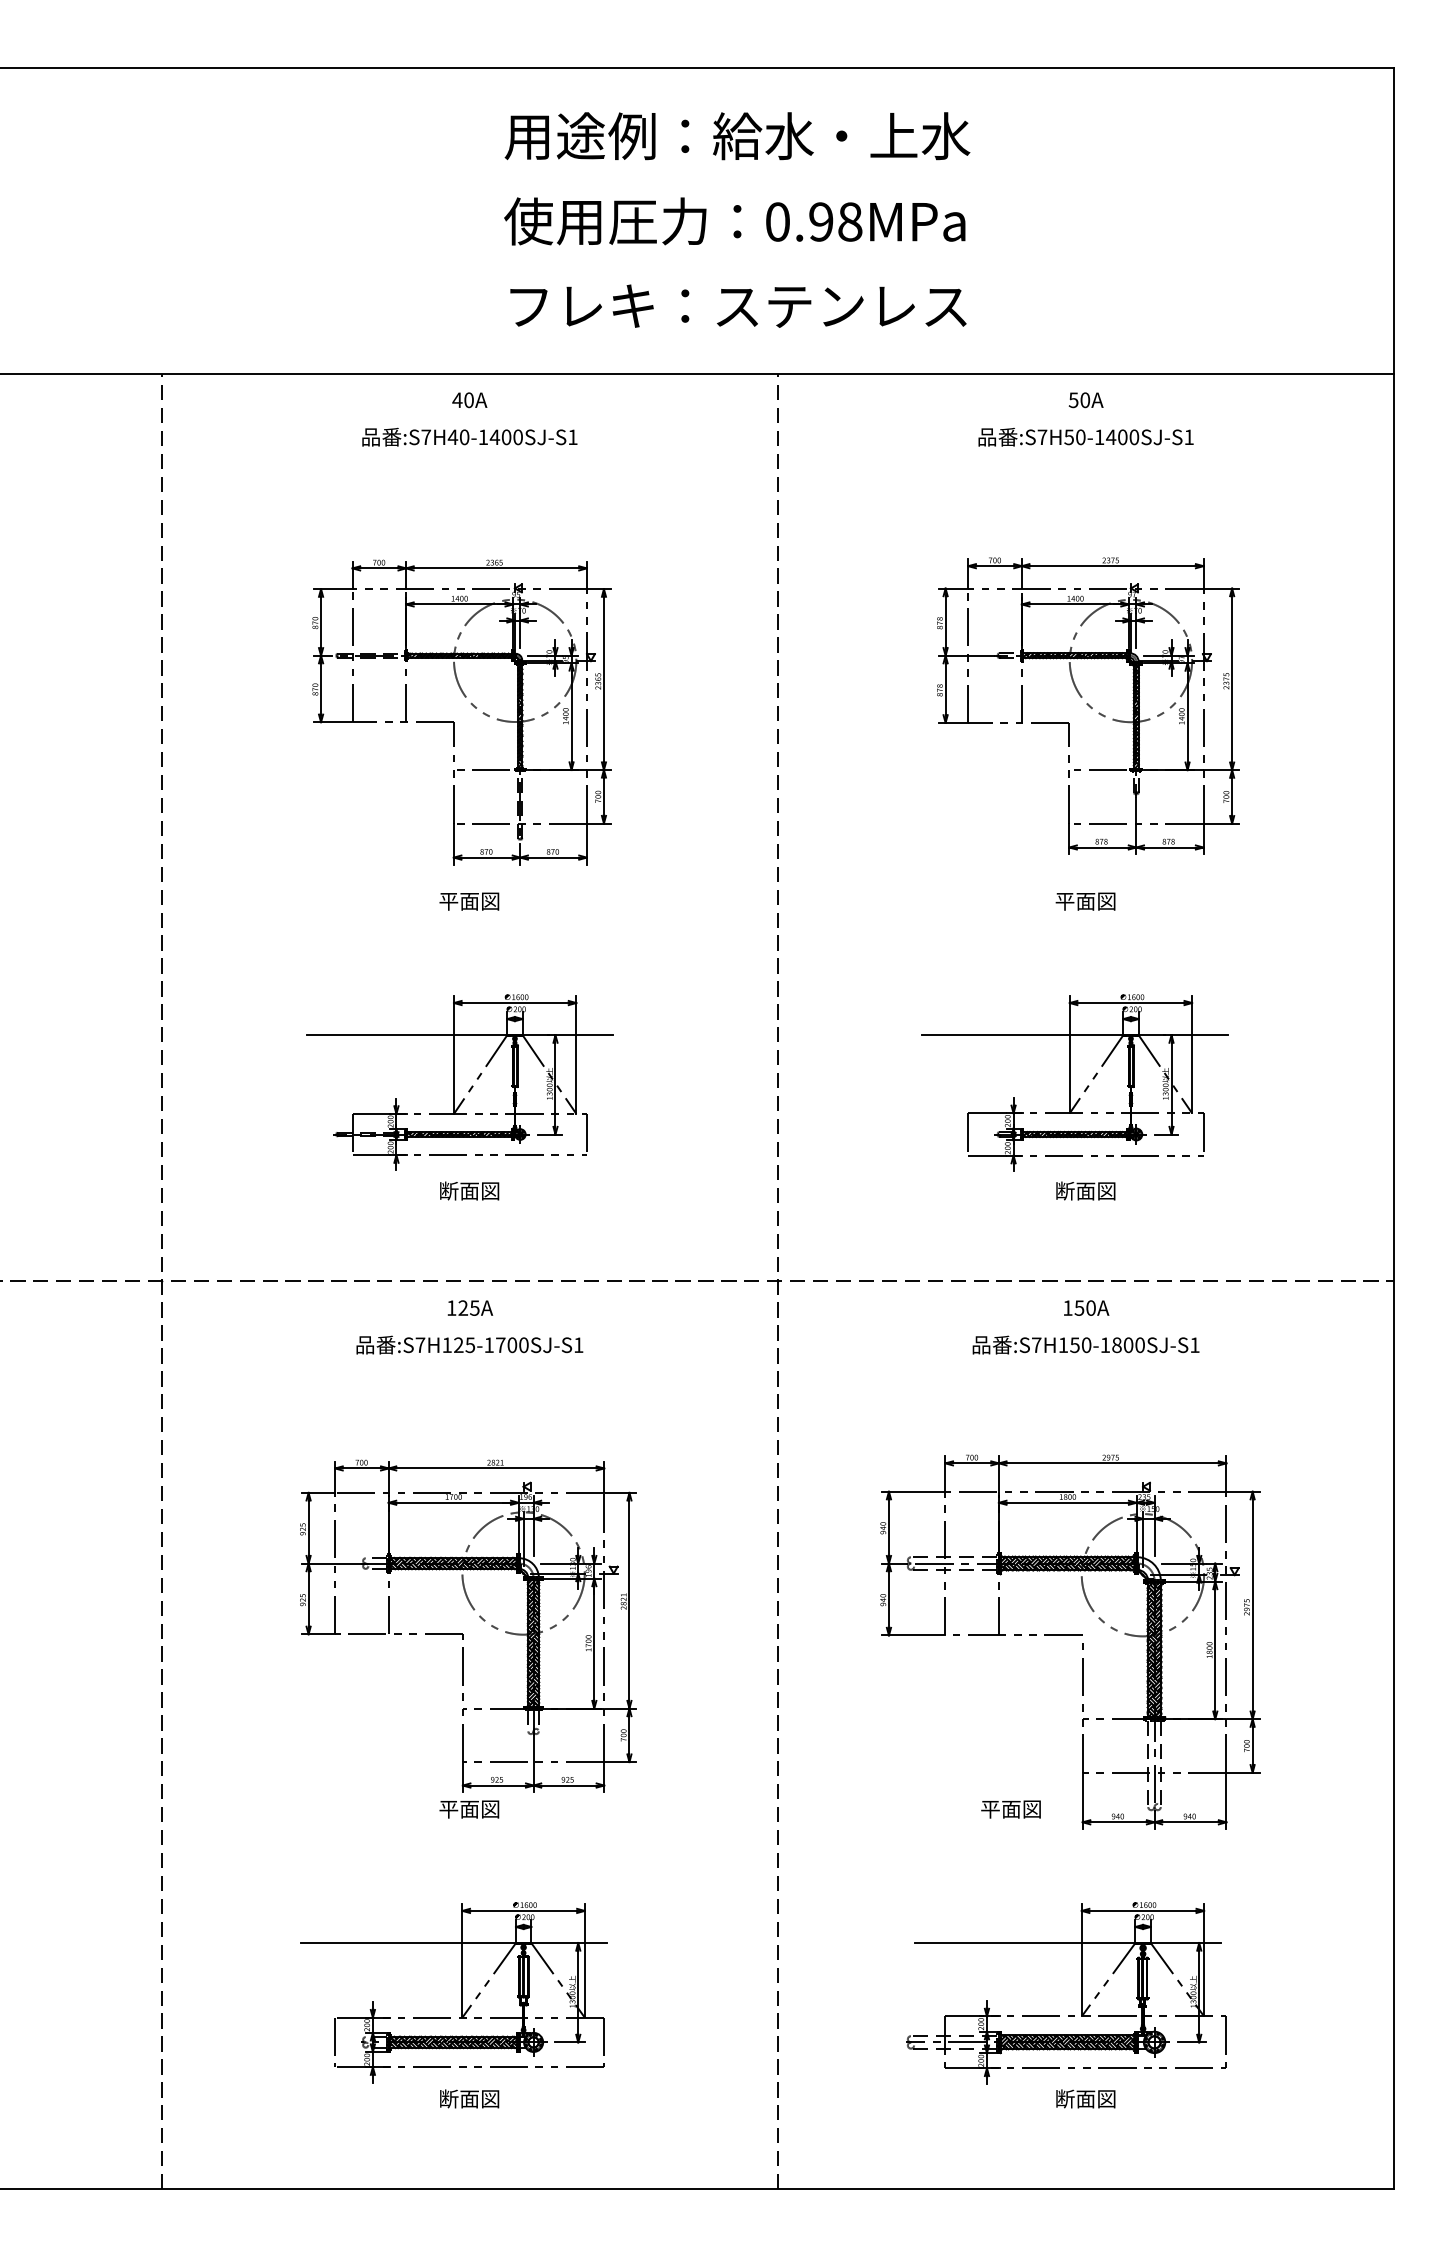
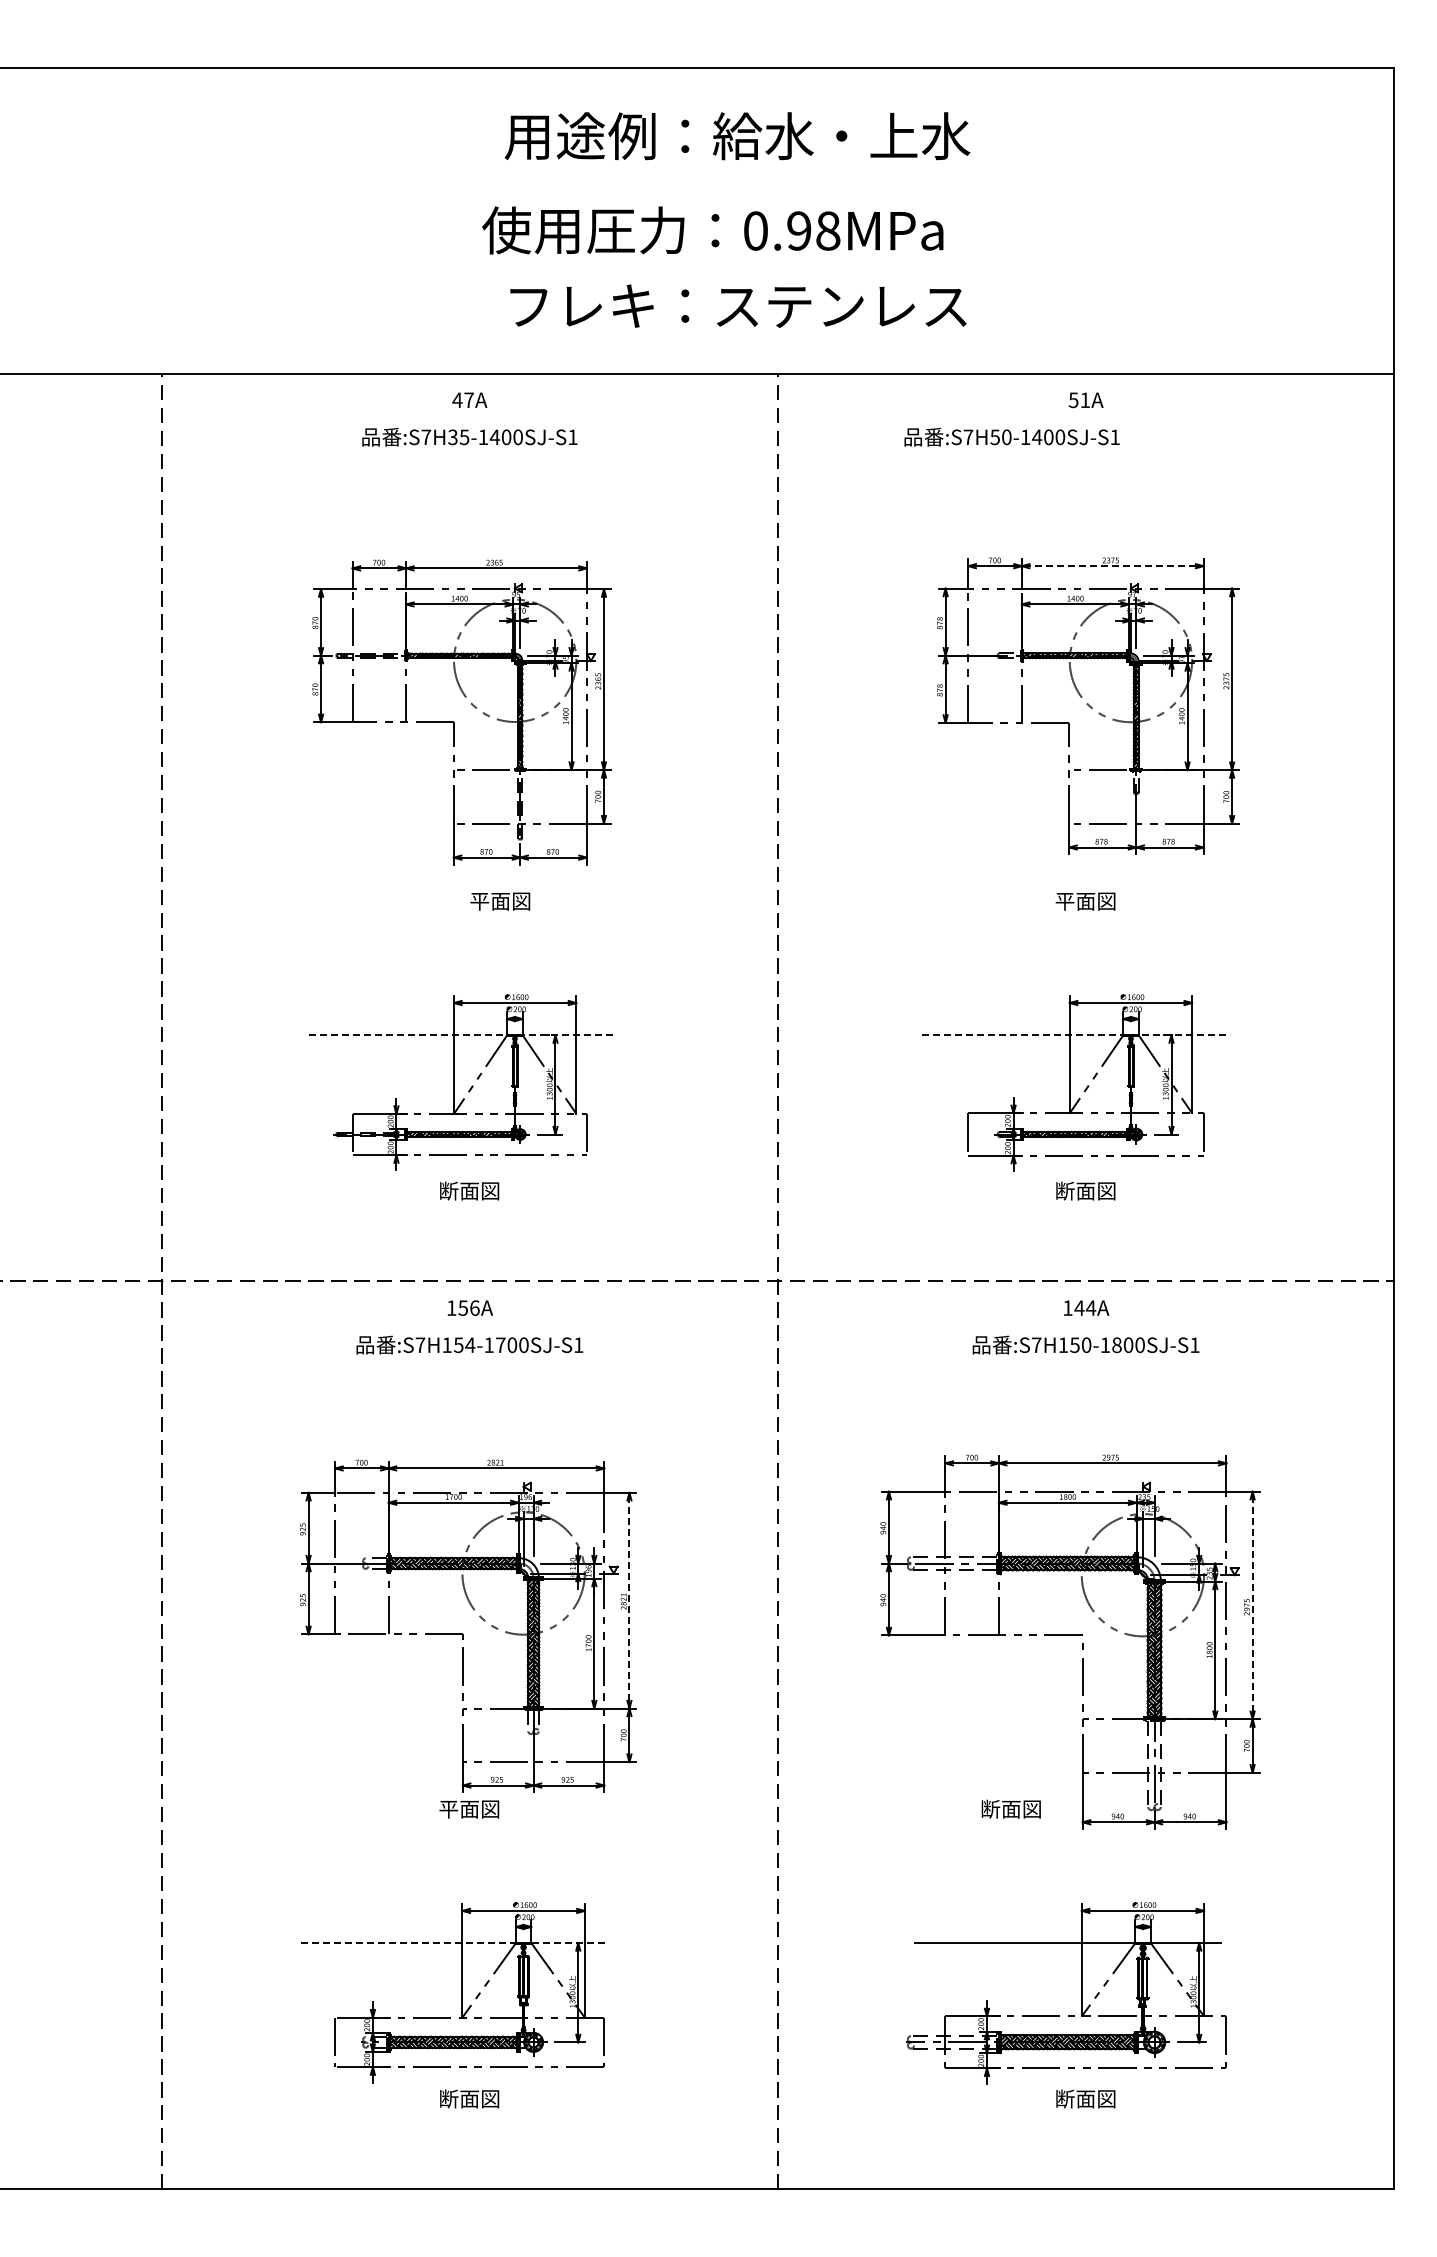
text at (734, 221) position: (734, 221) -> (712, 230)
text at (468, 400): 40A -> 47A
text at (1085, 400): 50A -> 51A
text at (458, 437): :S7H40-1400SJ-S1 -> :S7H35-1400SJ-S1
text at (1085, 437) position: (1085, 437) -> (1011, 437)
line at (1112, 566): solid -> dashed
text at (469, 901) position: (469, 901) -> (500, 901)
line at (459, 1035): solid -> dashed
line at (1075, 1035): solid -> dashed
text at (468, 1307): 125A -> 156A
text at (1085, 1307): 150A -> 144A
text at (464, 1345): :S7H125-1700SJ-S1 -> :S7H154-1700SJ-S1
line at (629, 1600): solid -> dashed
line at (1252, 1604): solid -> dashed
text at (990, 1808): 平面図 -> 断面図
line at (453, 1943): solid -> dashed
